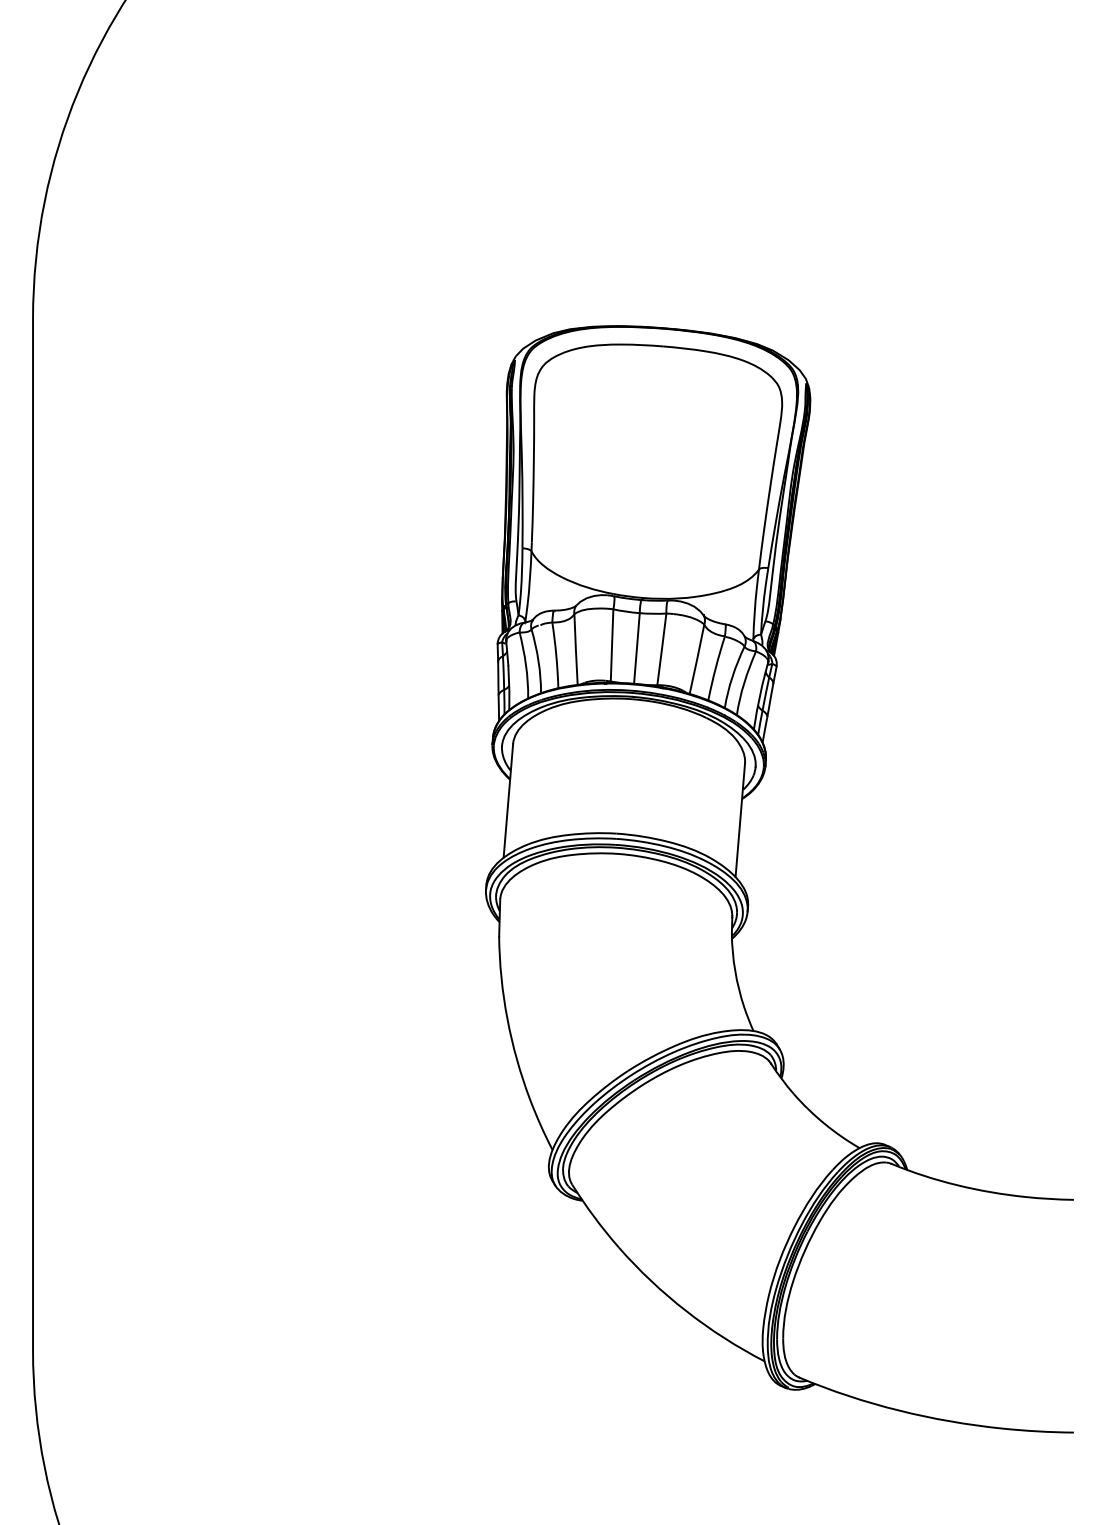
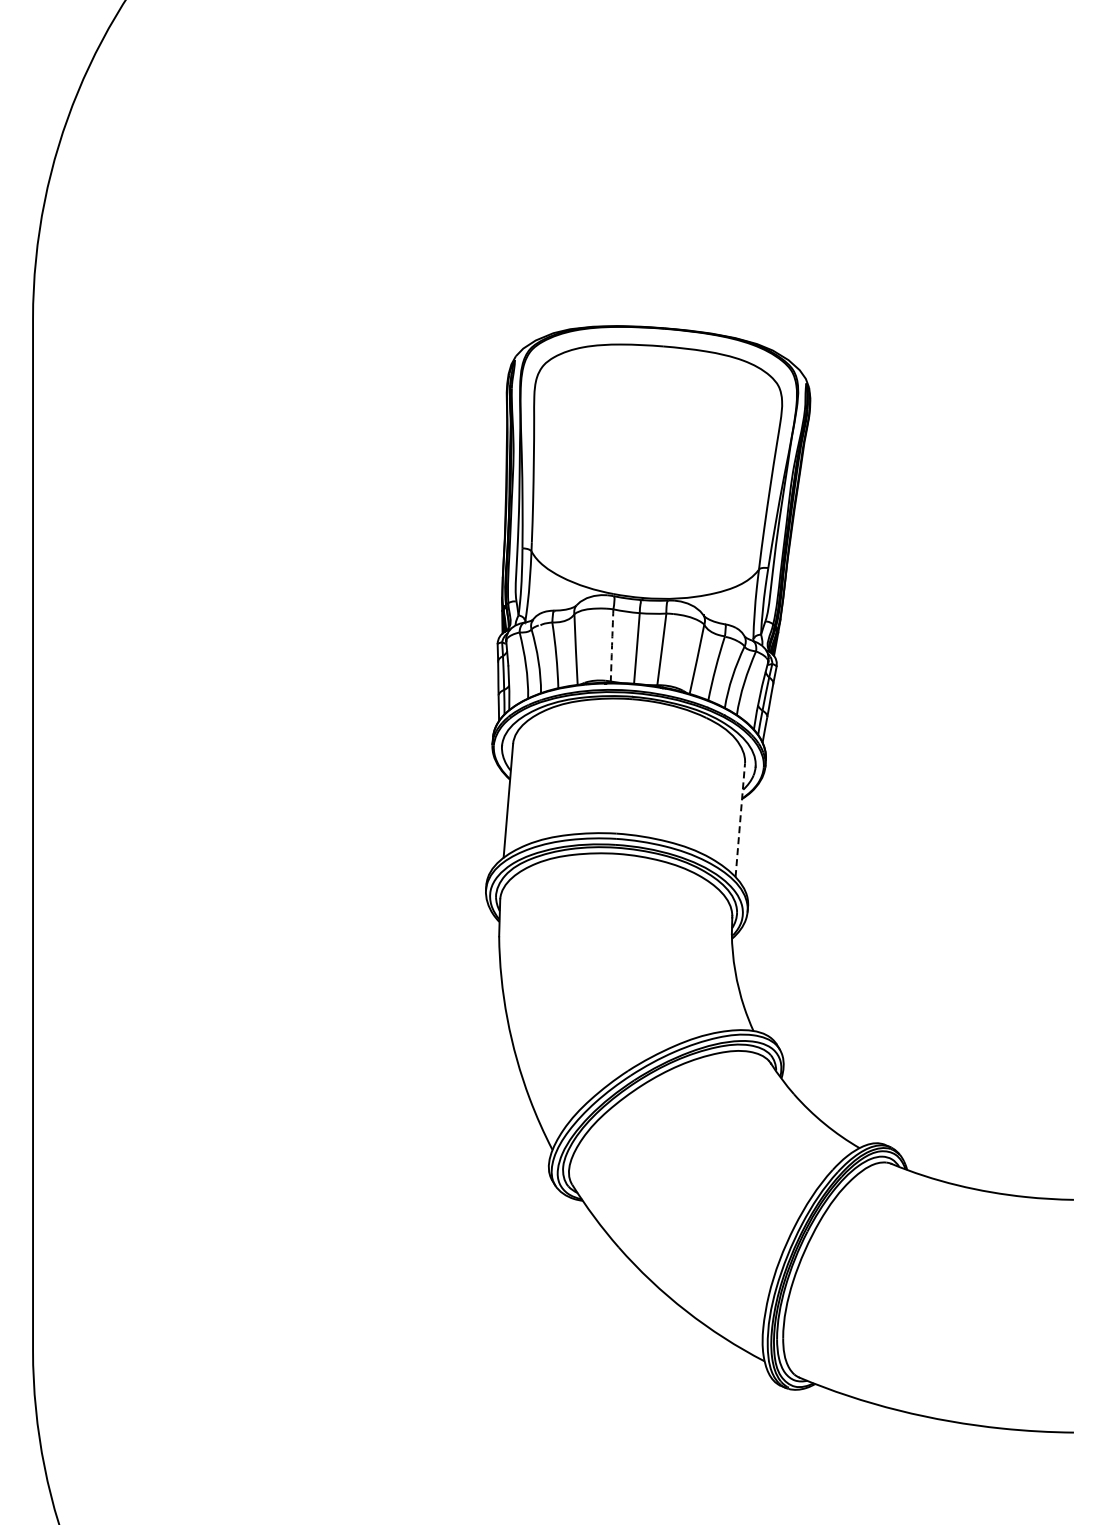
arc at (612, 645): solid -> dashed
line at (740, 819): solid -> dashed
